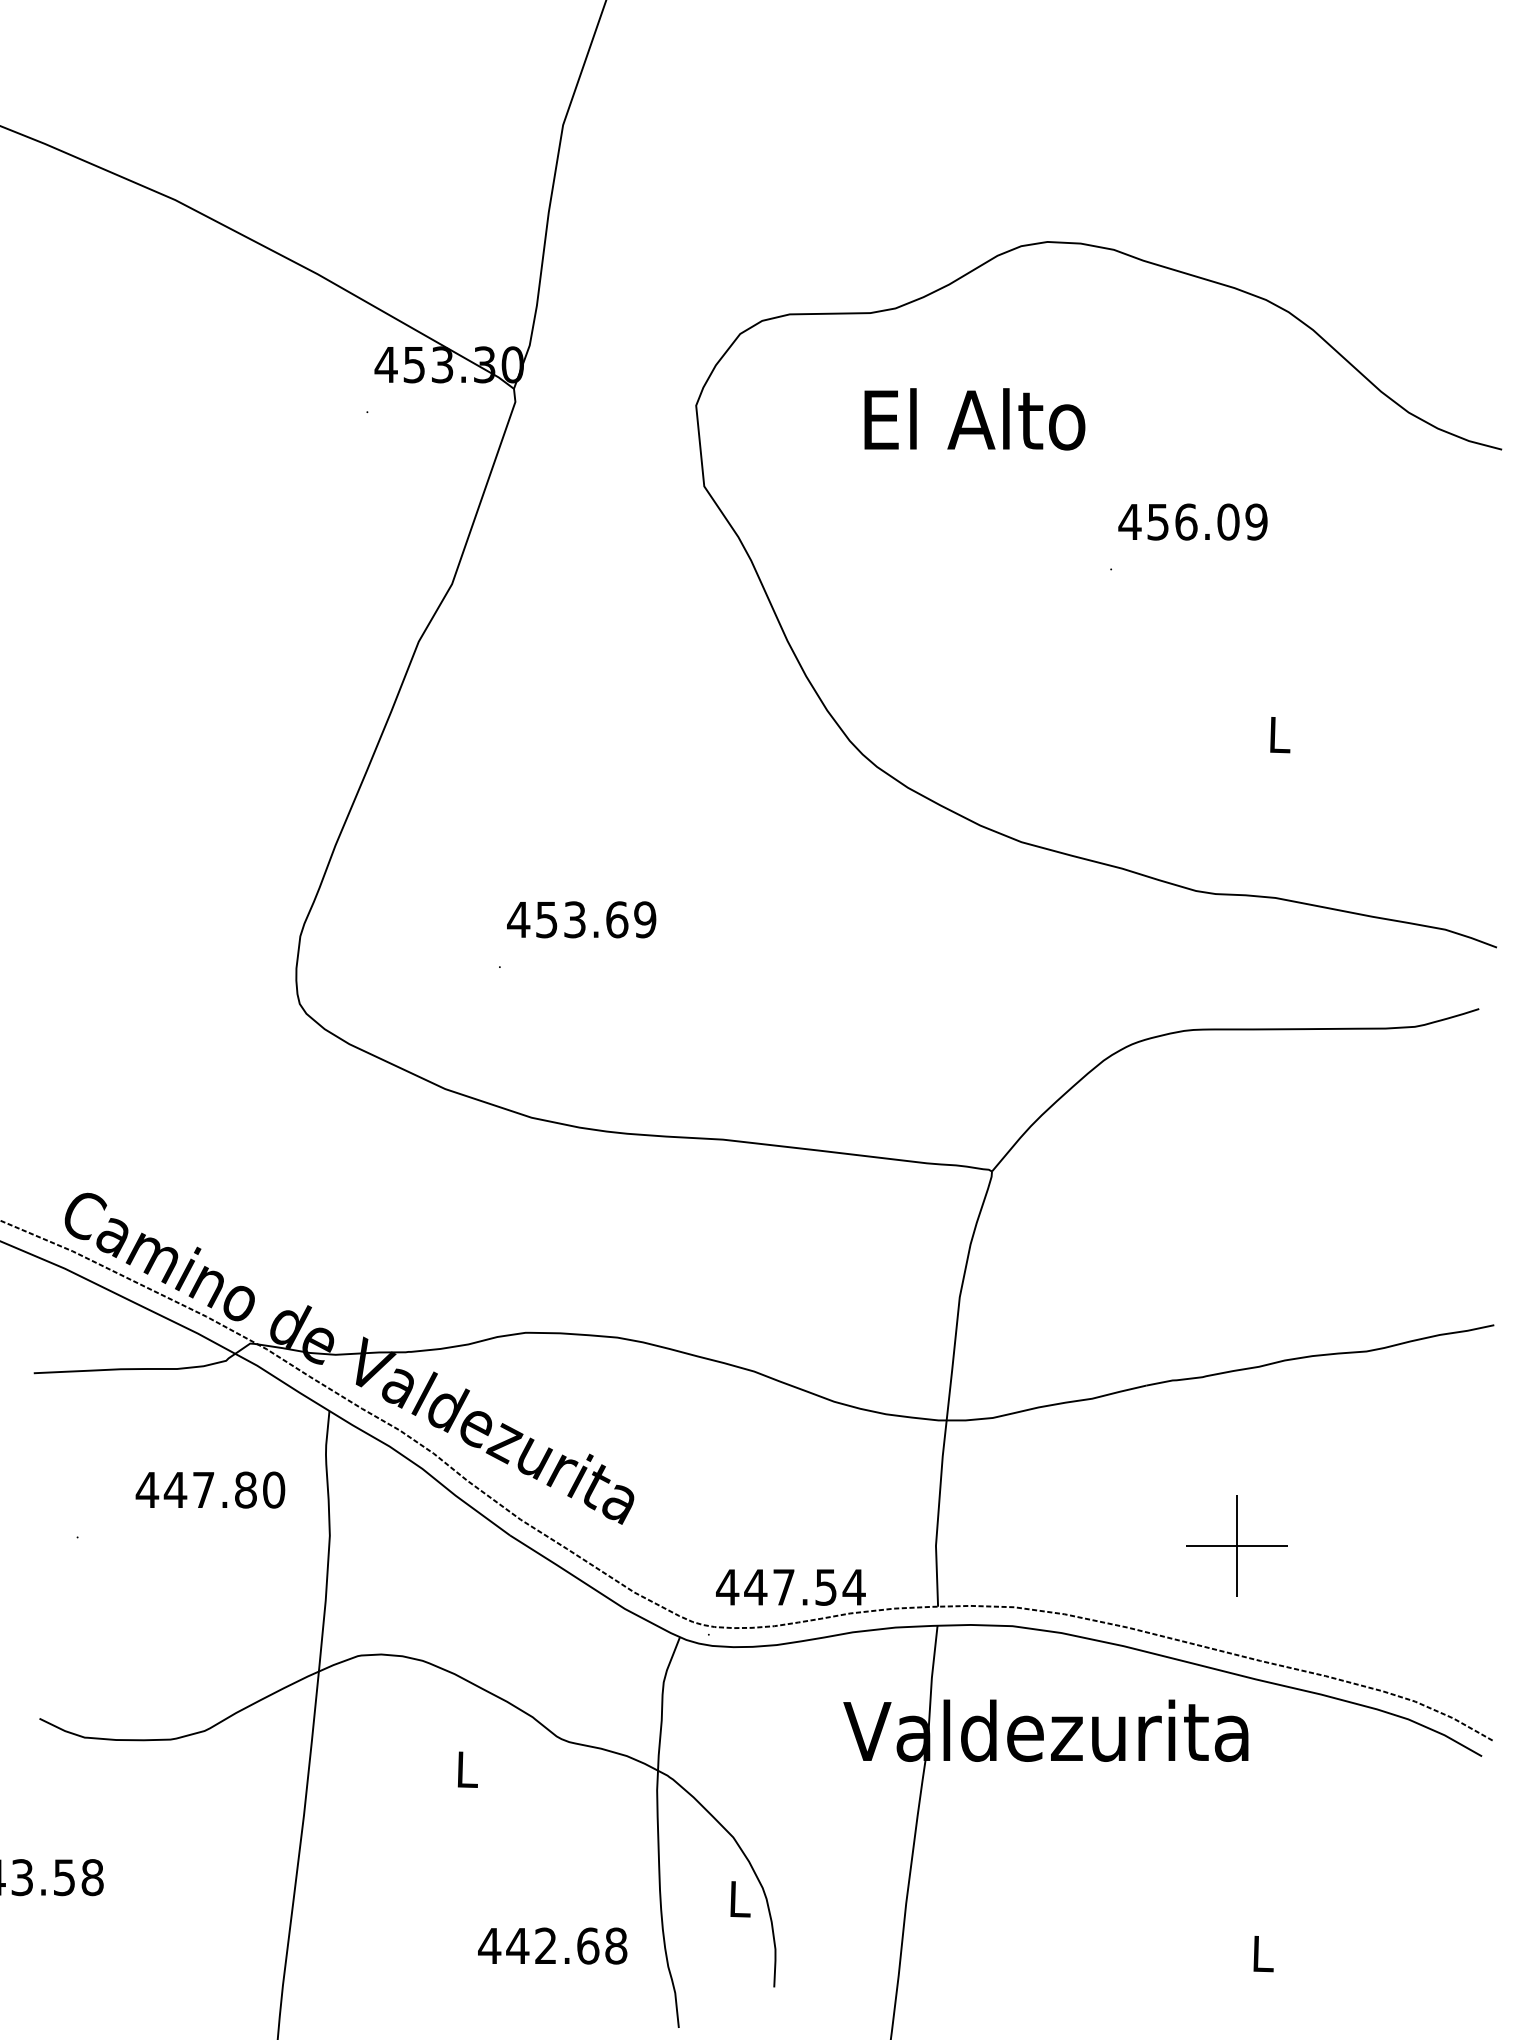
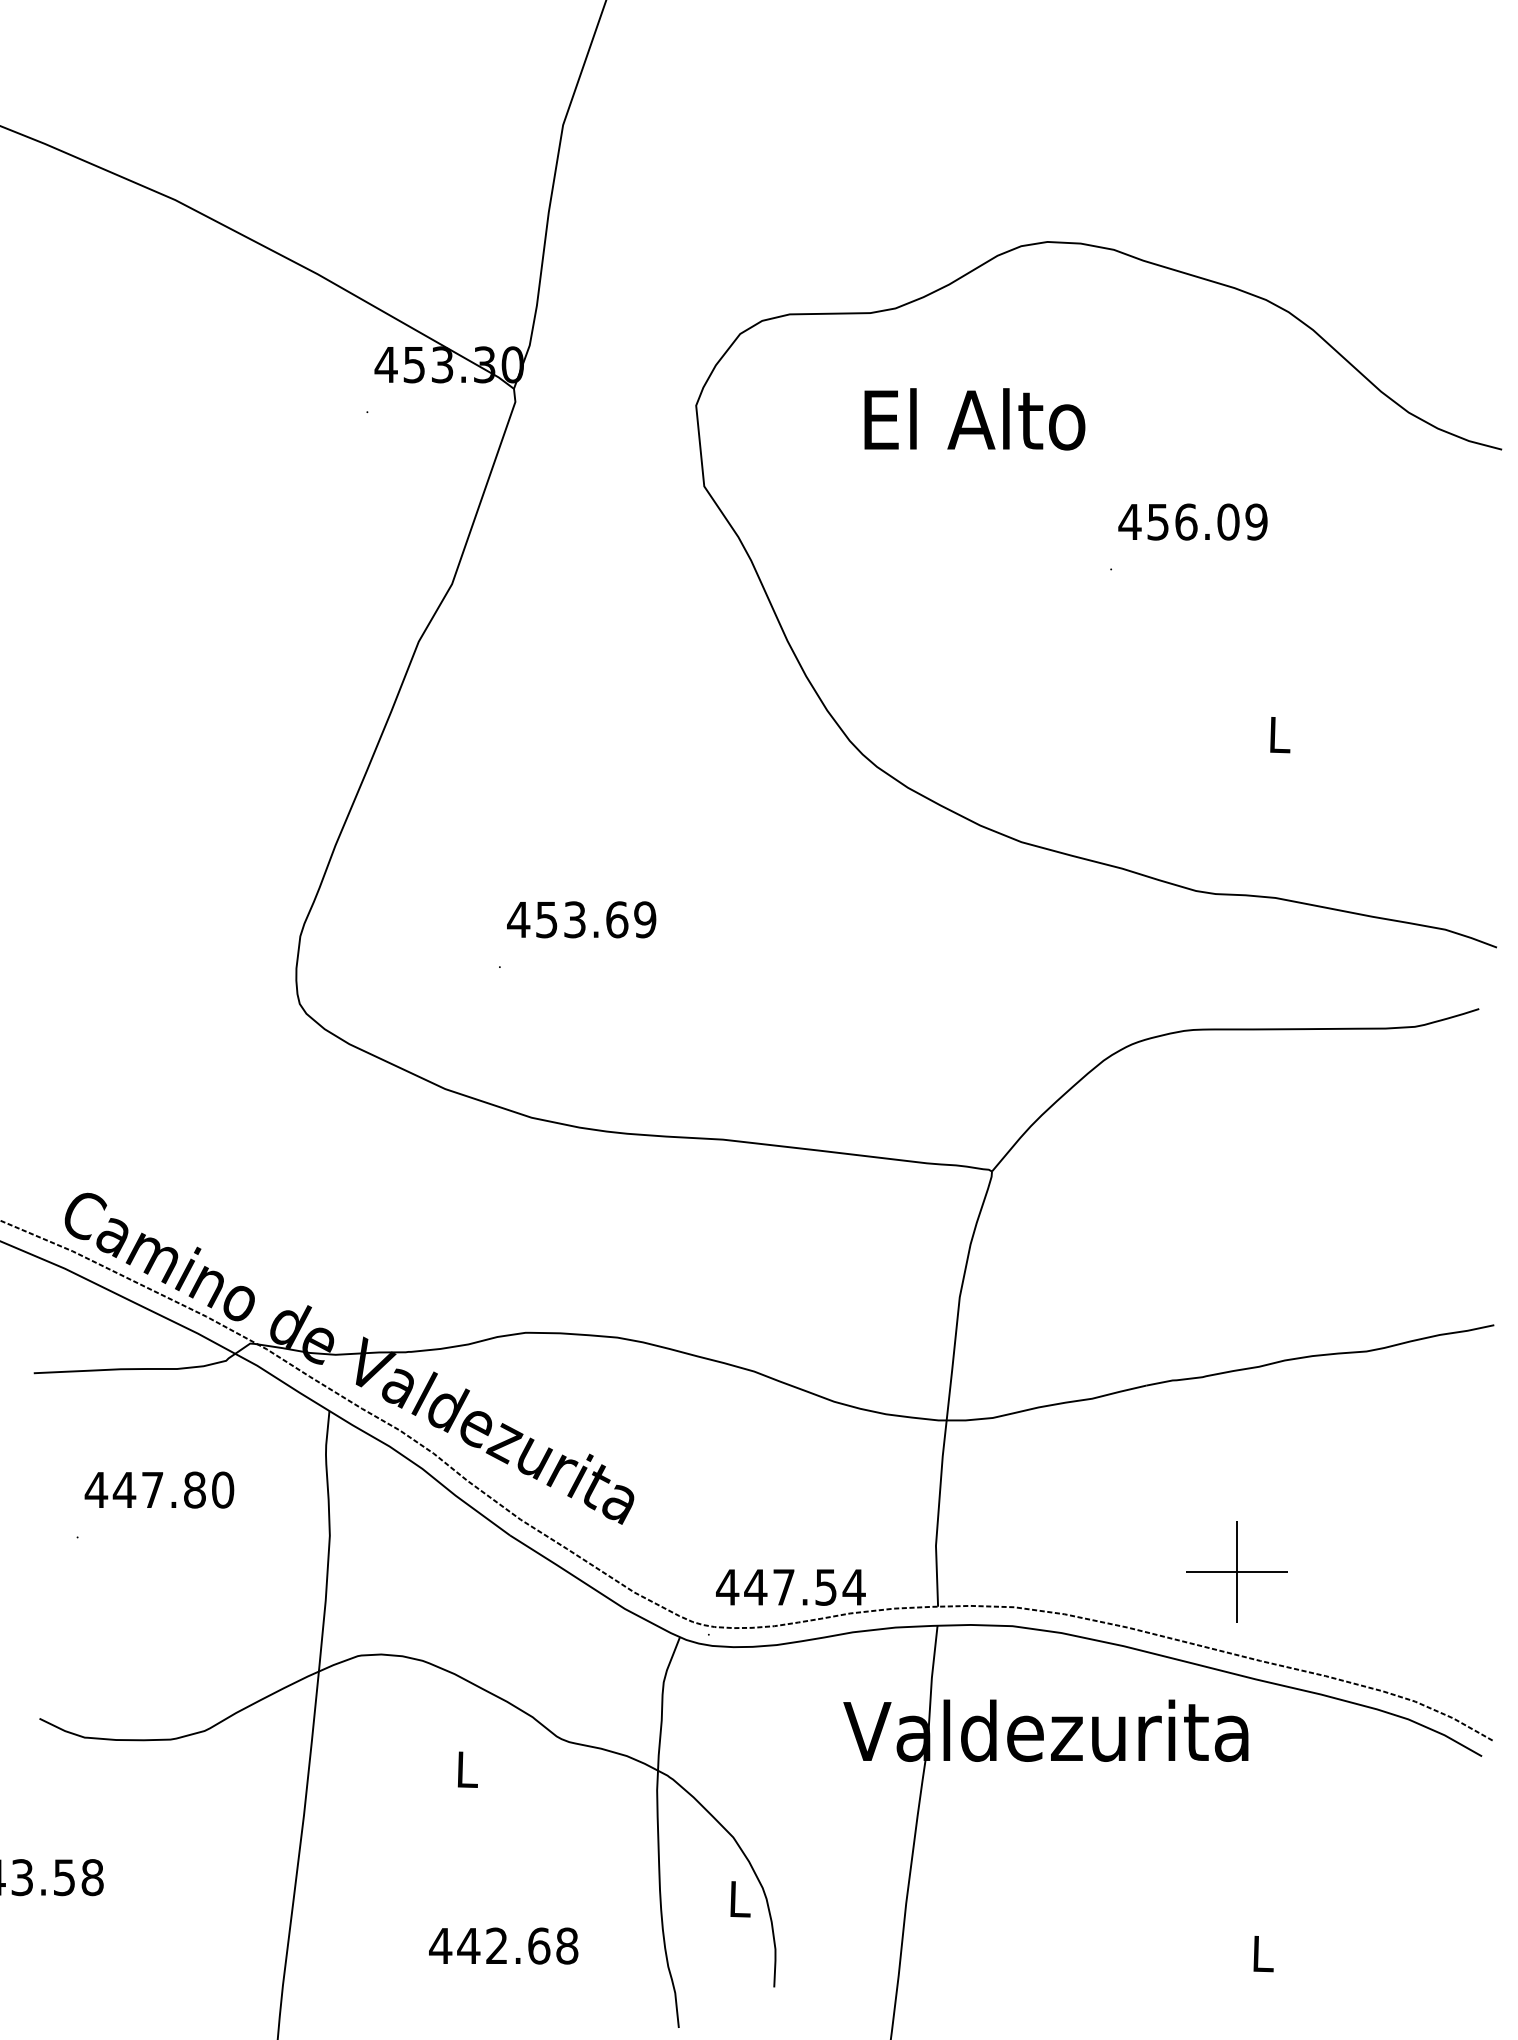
text at (210, 1489) position: (210, 1489) -> (159, 1489)
part at (1236, 1545) position: (1236, 1545) -> (1236, 1571)
text at (552, 1945) position: (552, 1945) -> (503, 1945)
